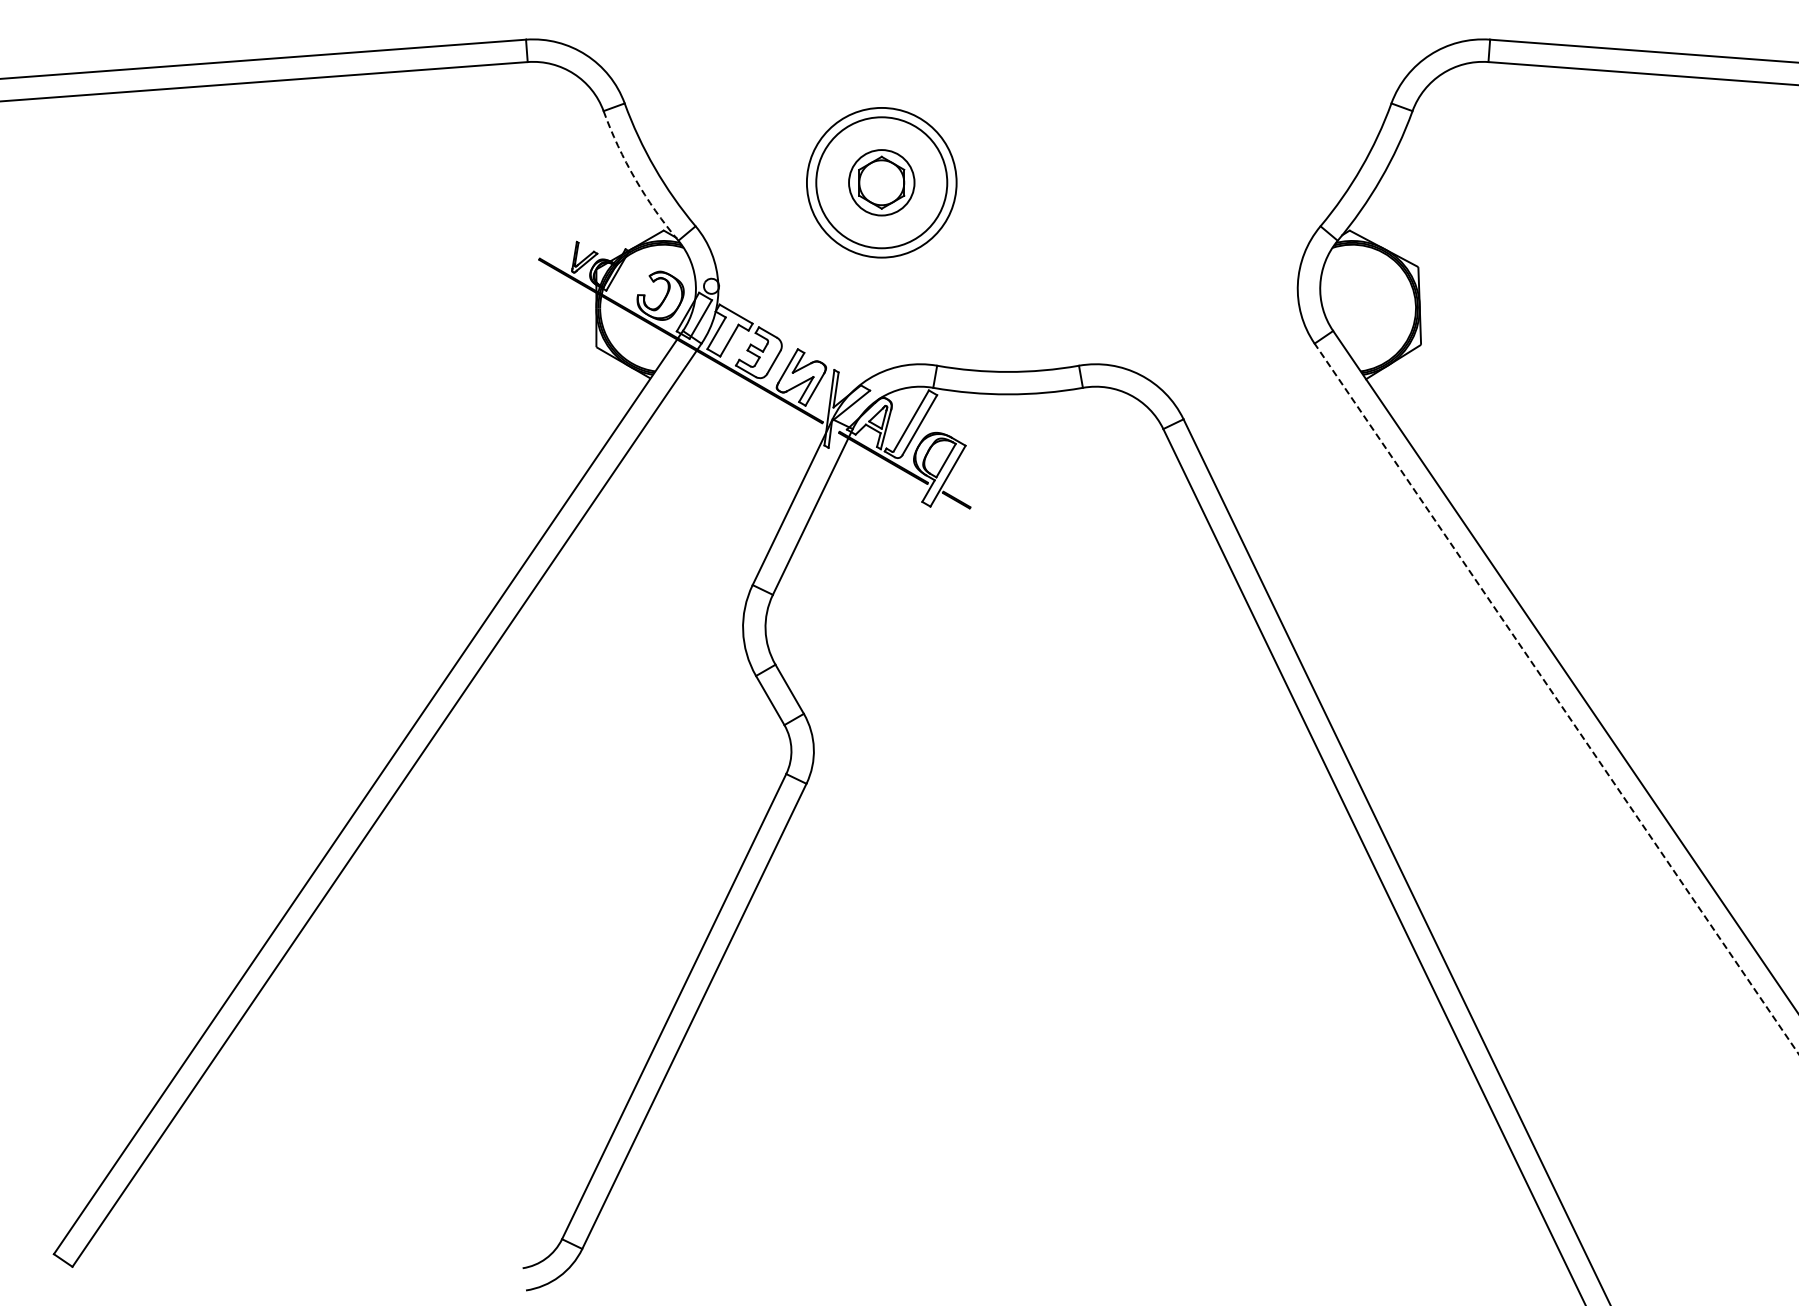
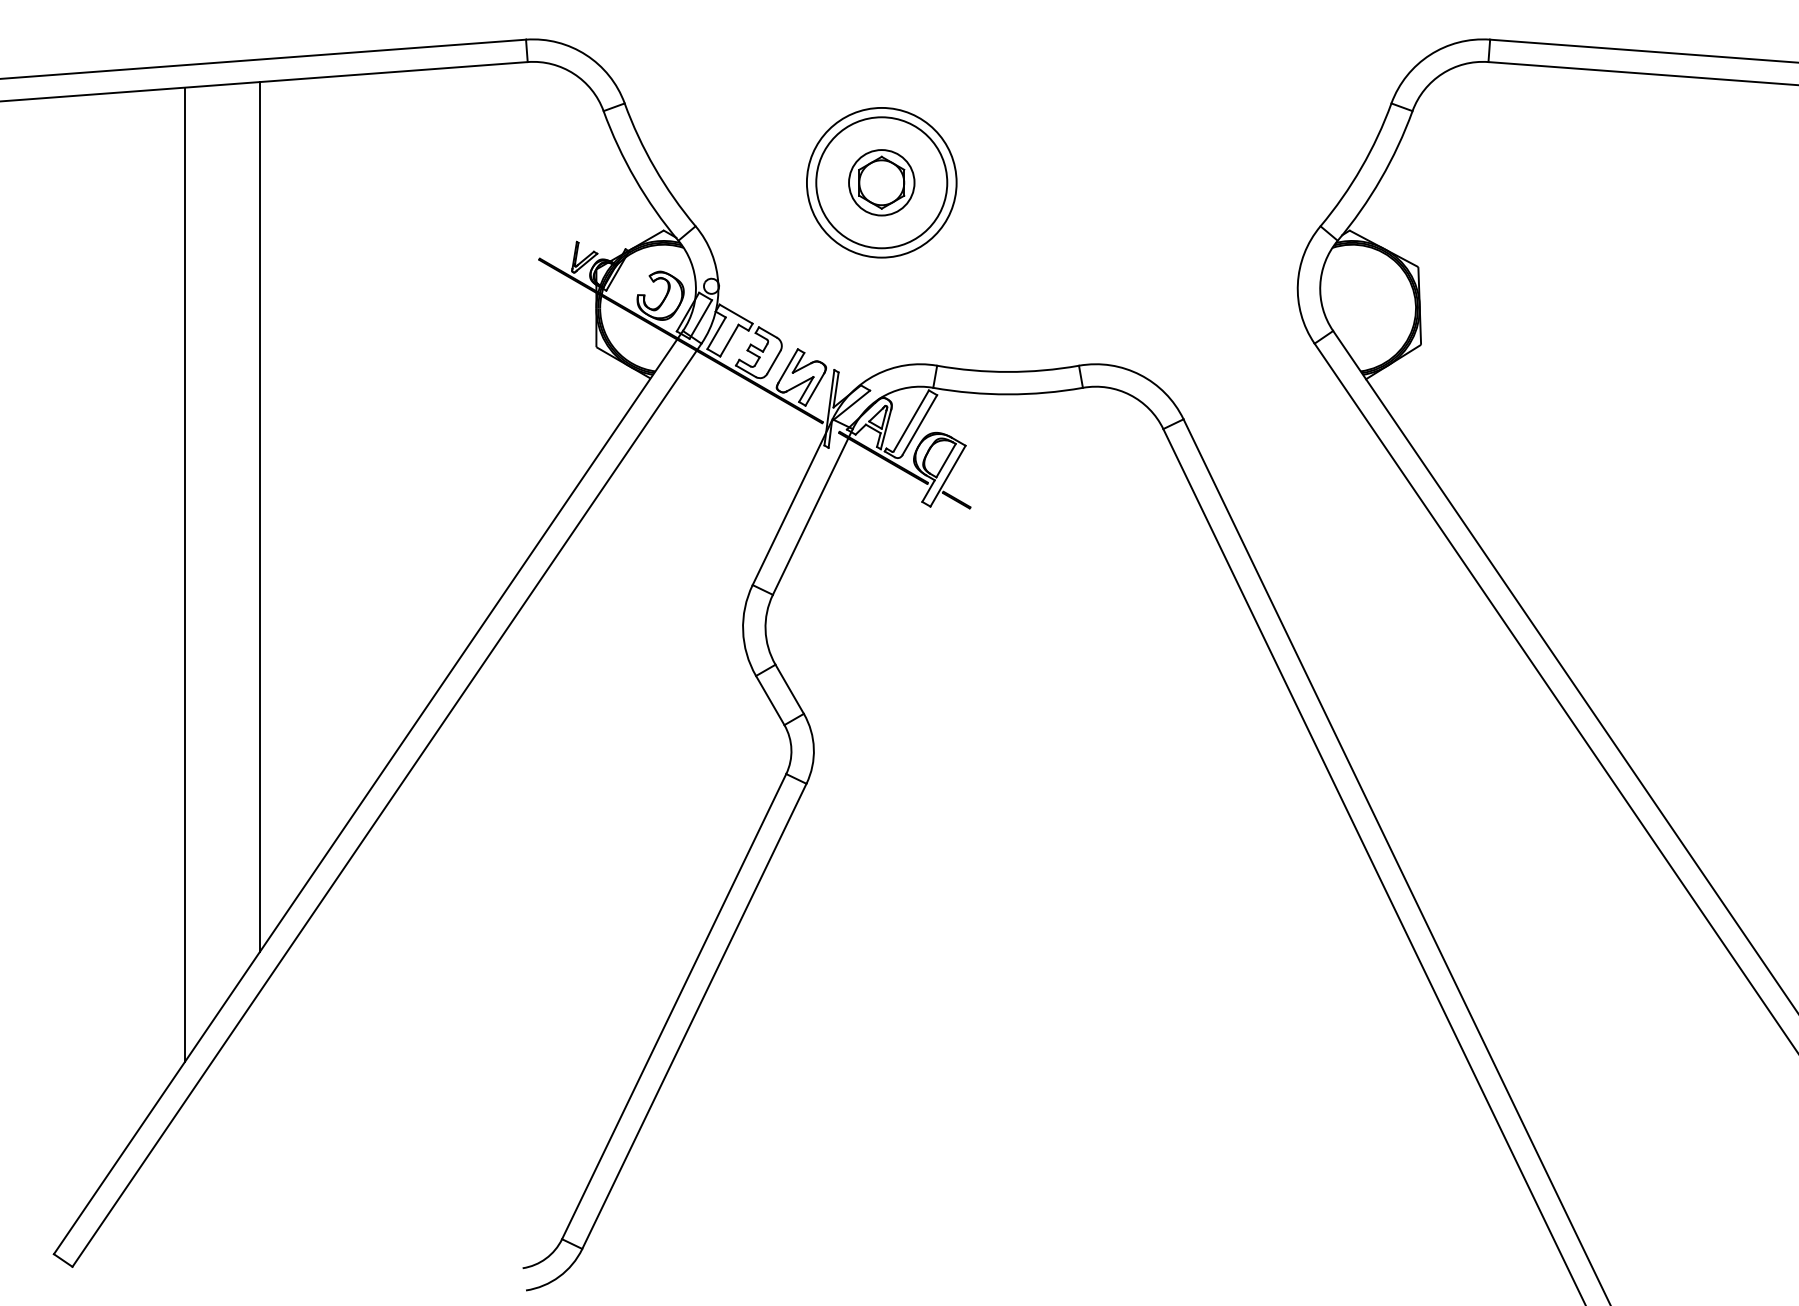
arc at (635, 179): dashed -> solid
line at (259, 517): none -> present
line at (184, 574): none -> present
line at (1556, 698): dashed -> solid
